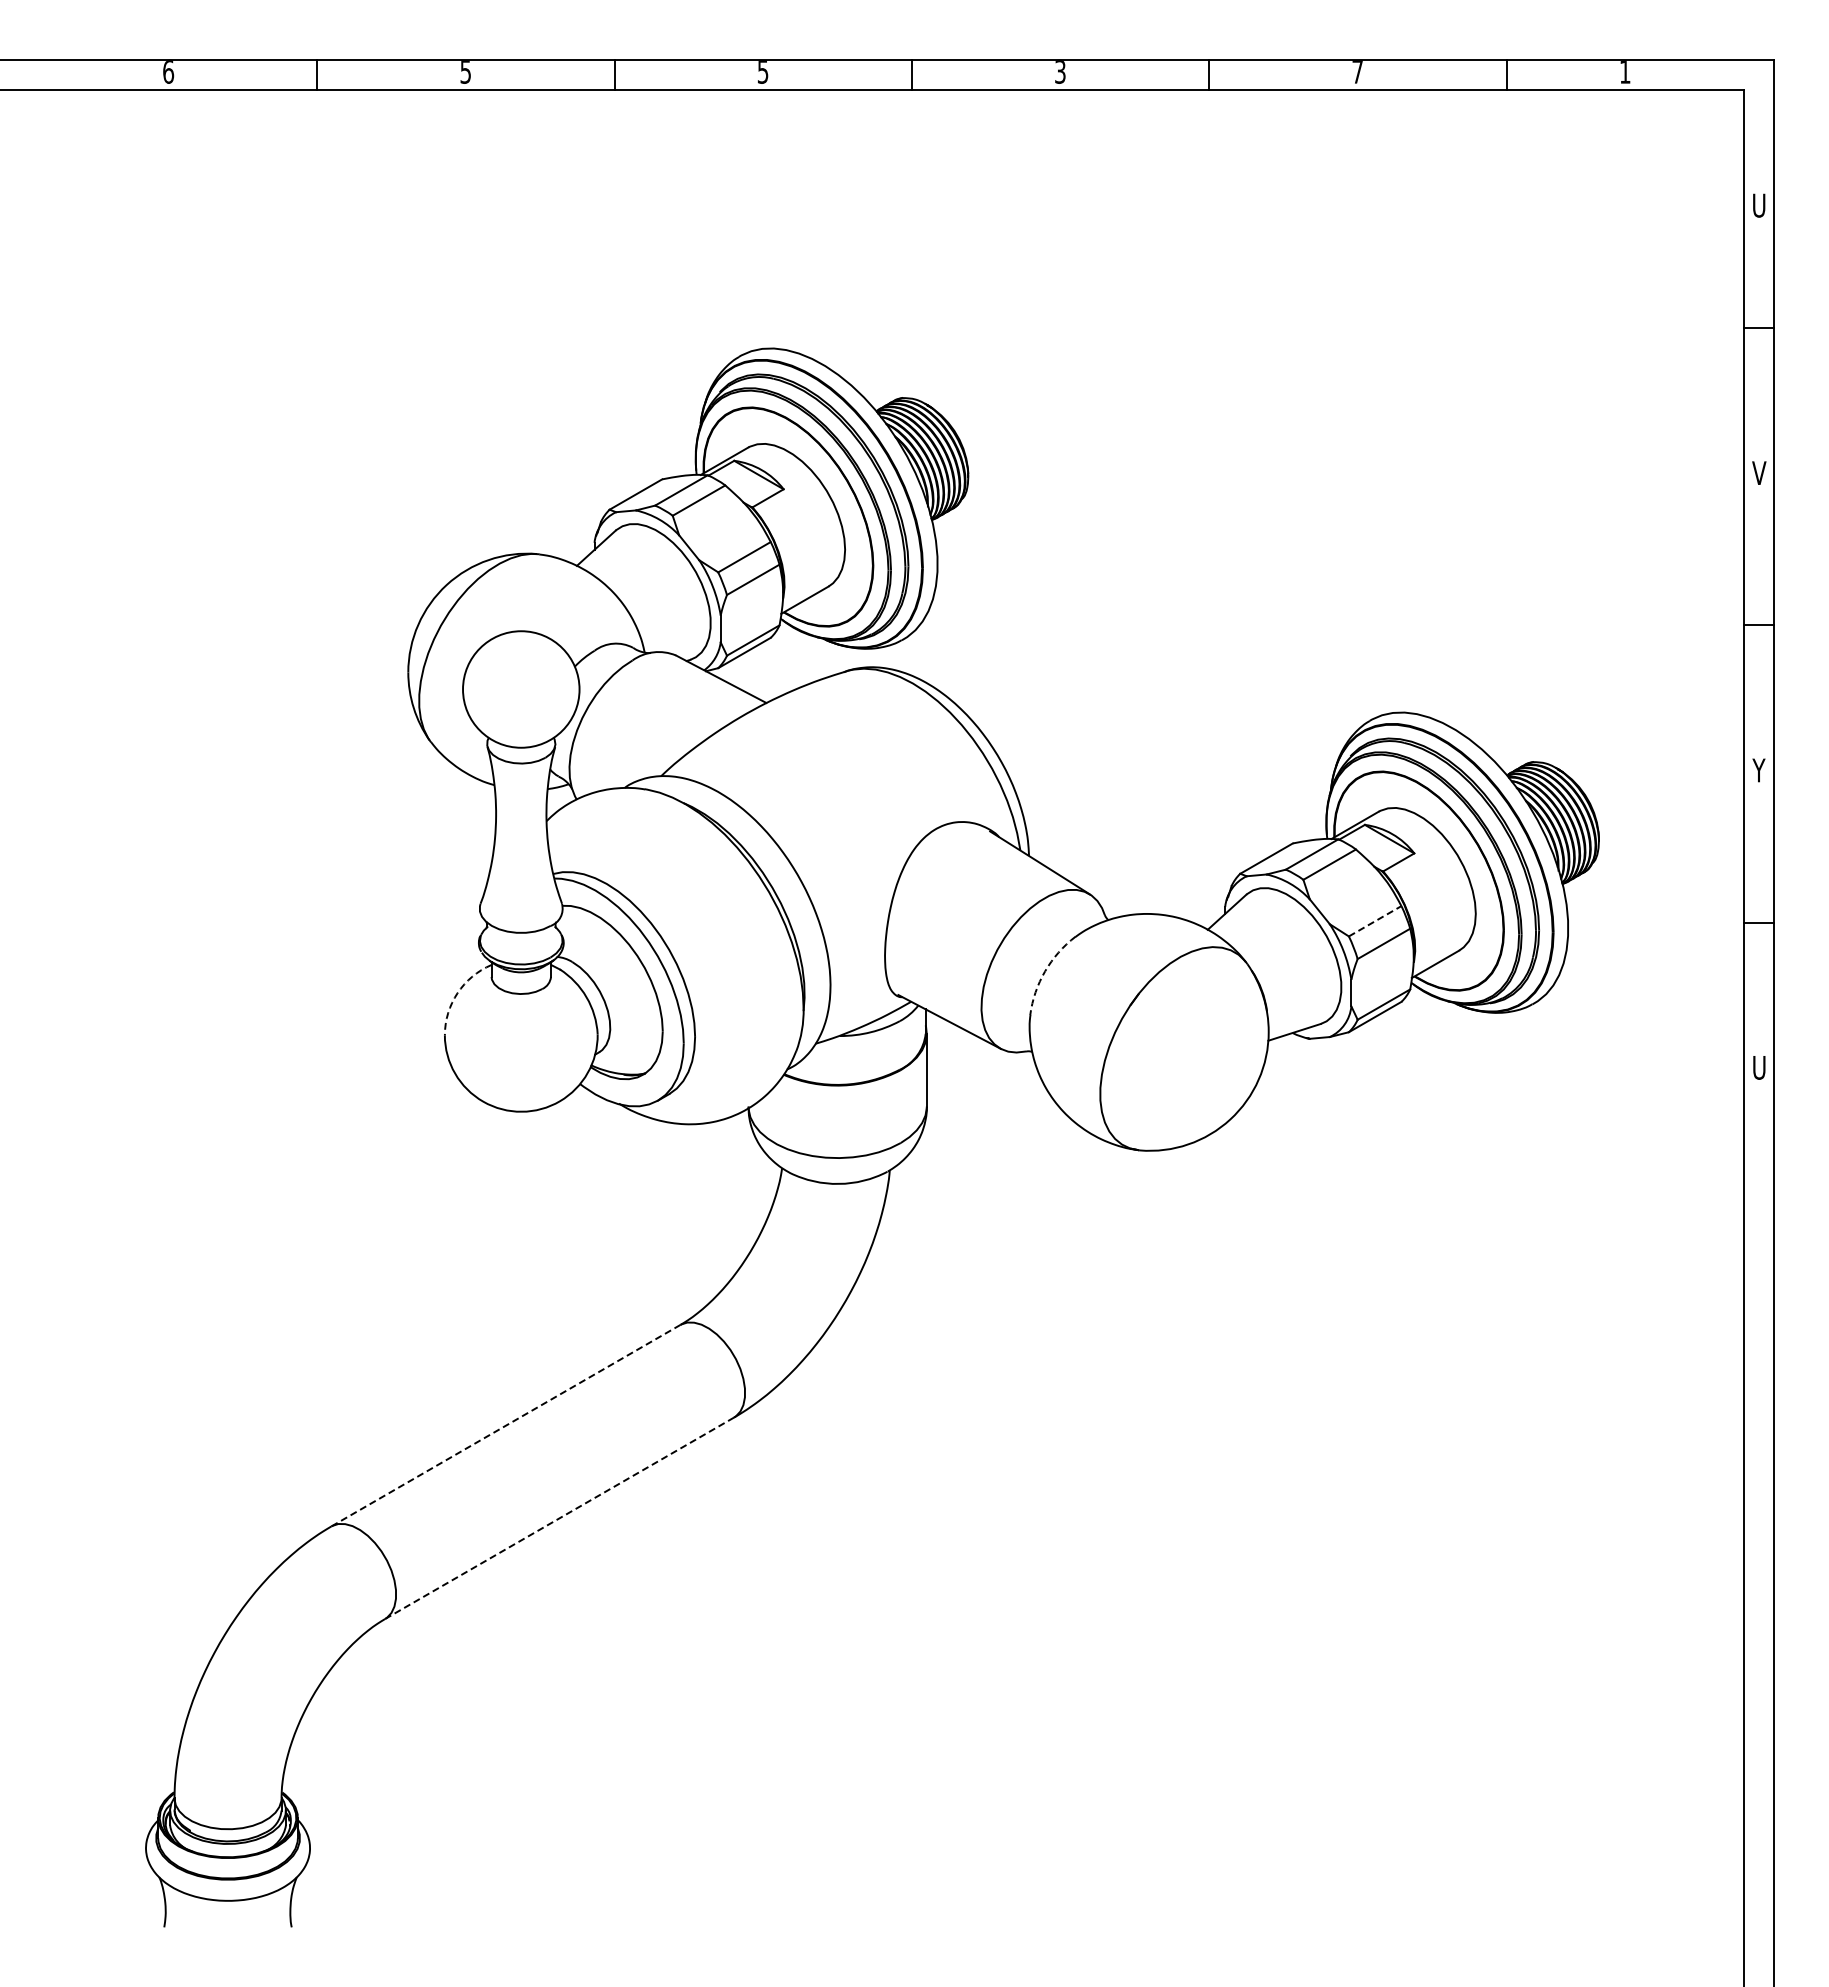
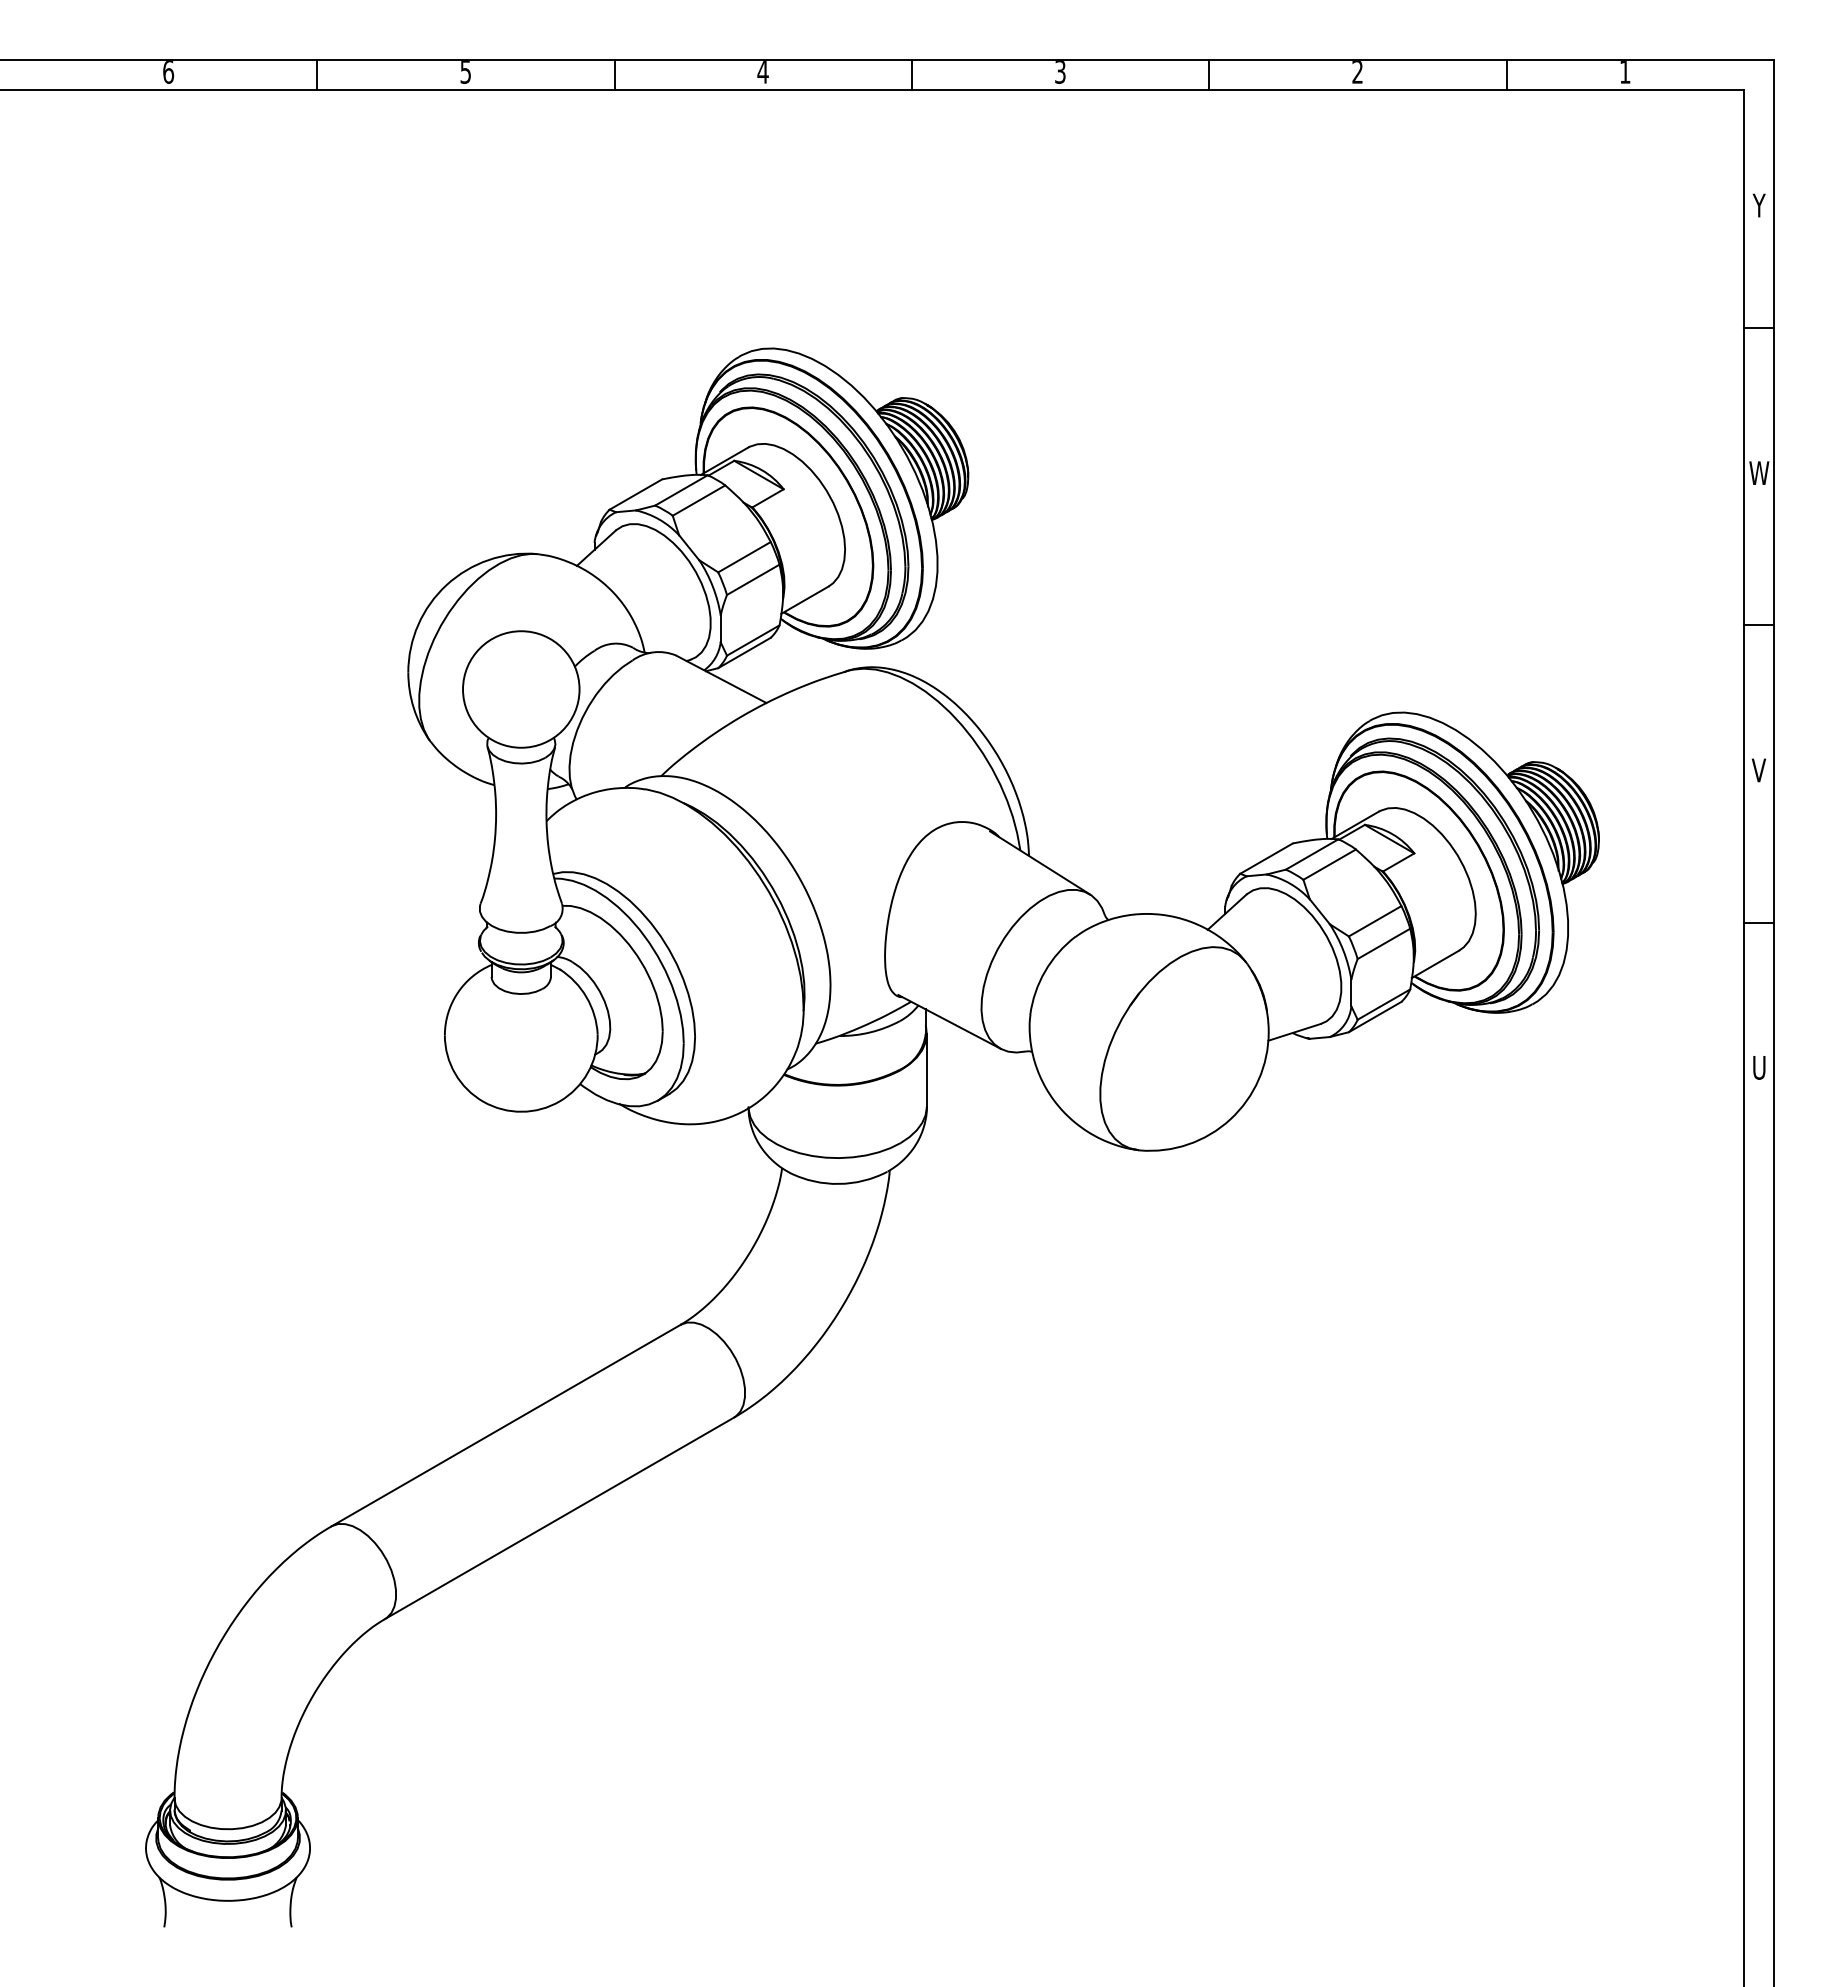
text at (762, 72): 5 -> 4
text at (1357, 72): 7 -> 2
text at (1758, 205): U -> Y
text at (1759, 472): V -> W
text at (1758, 769): Y -> V
line at (1375, 921): dashed -> solid
arc at (1045, 971): dashed -> solid
arc at (457, 993): dashed -> solid
line at (505, 1425): dashed -> solid
line at (560, 1518): dashed -> solid
